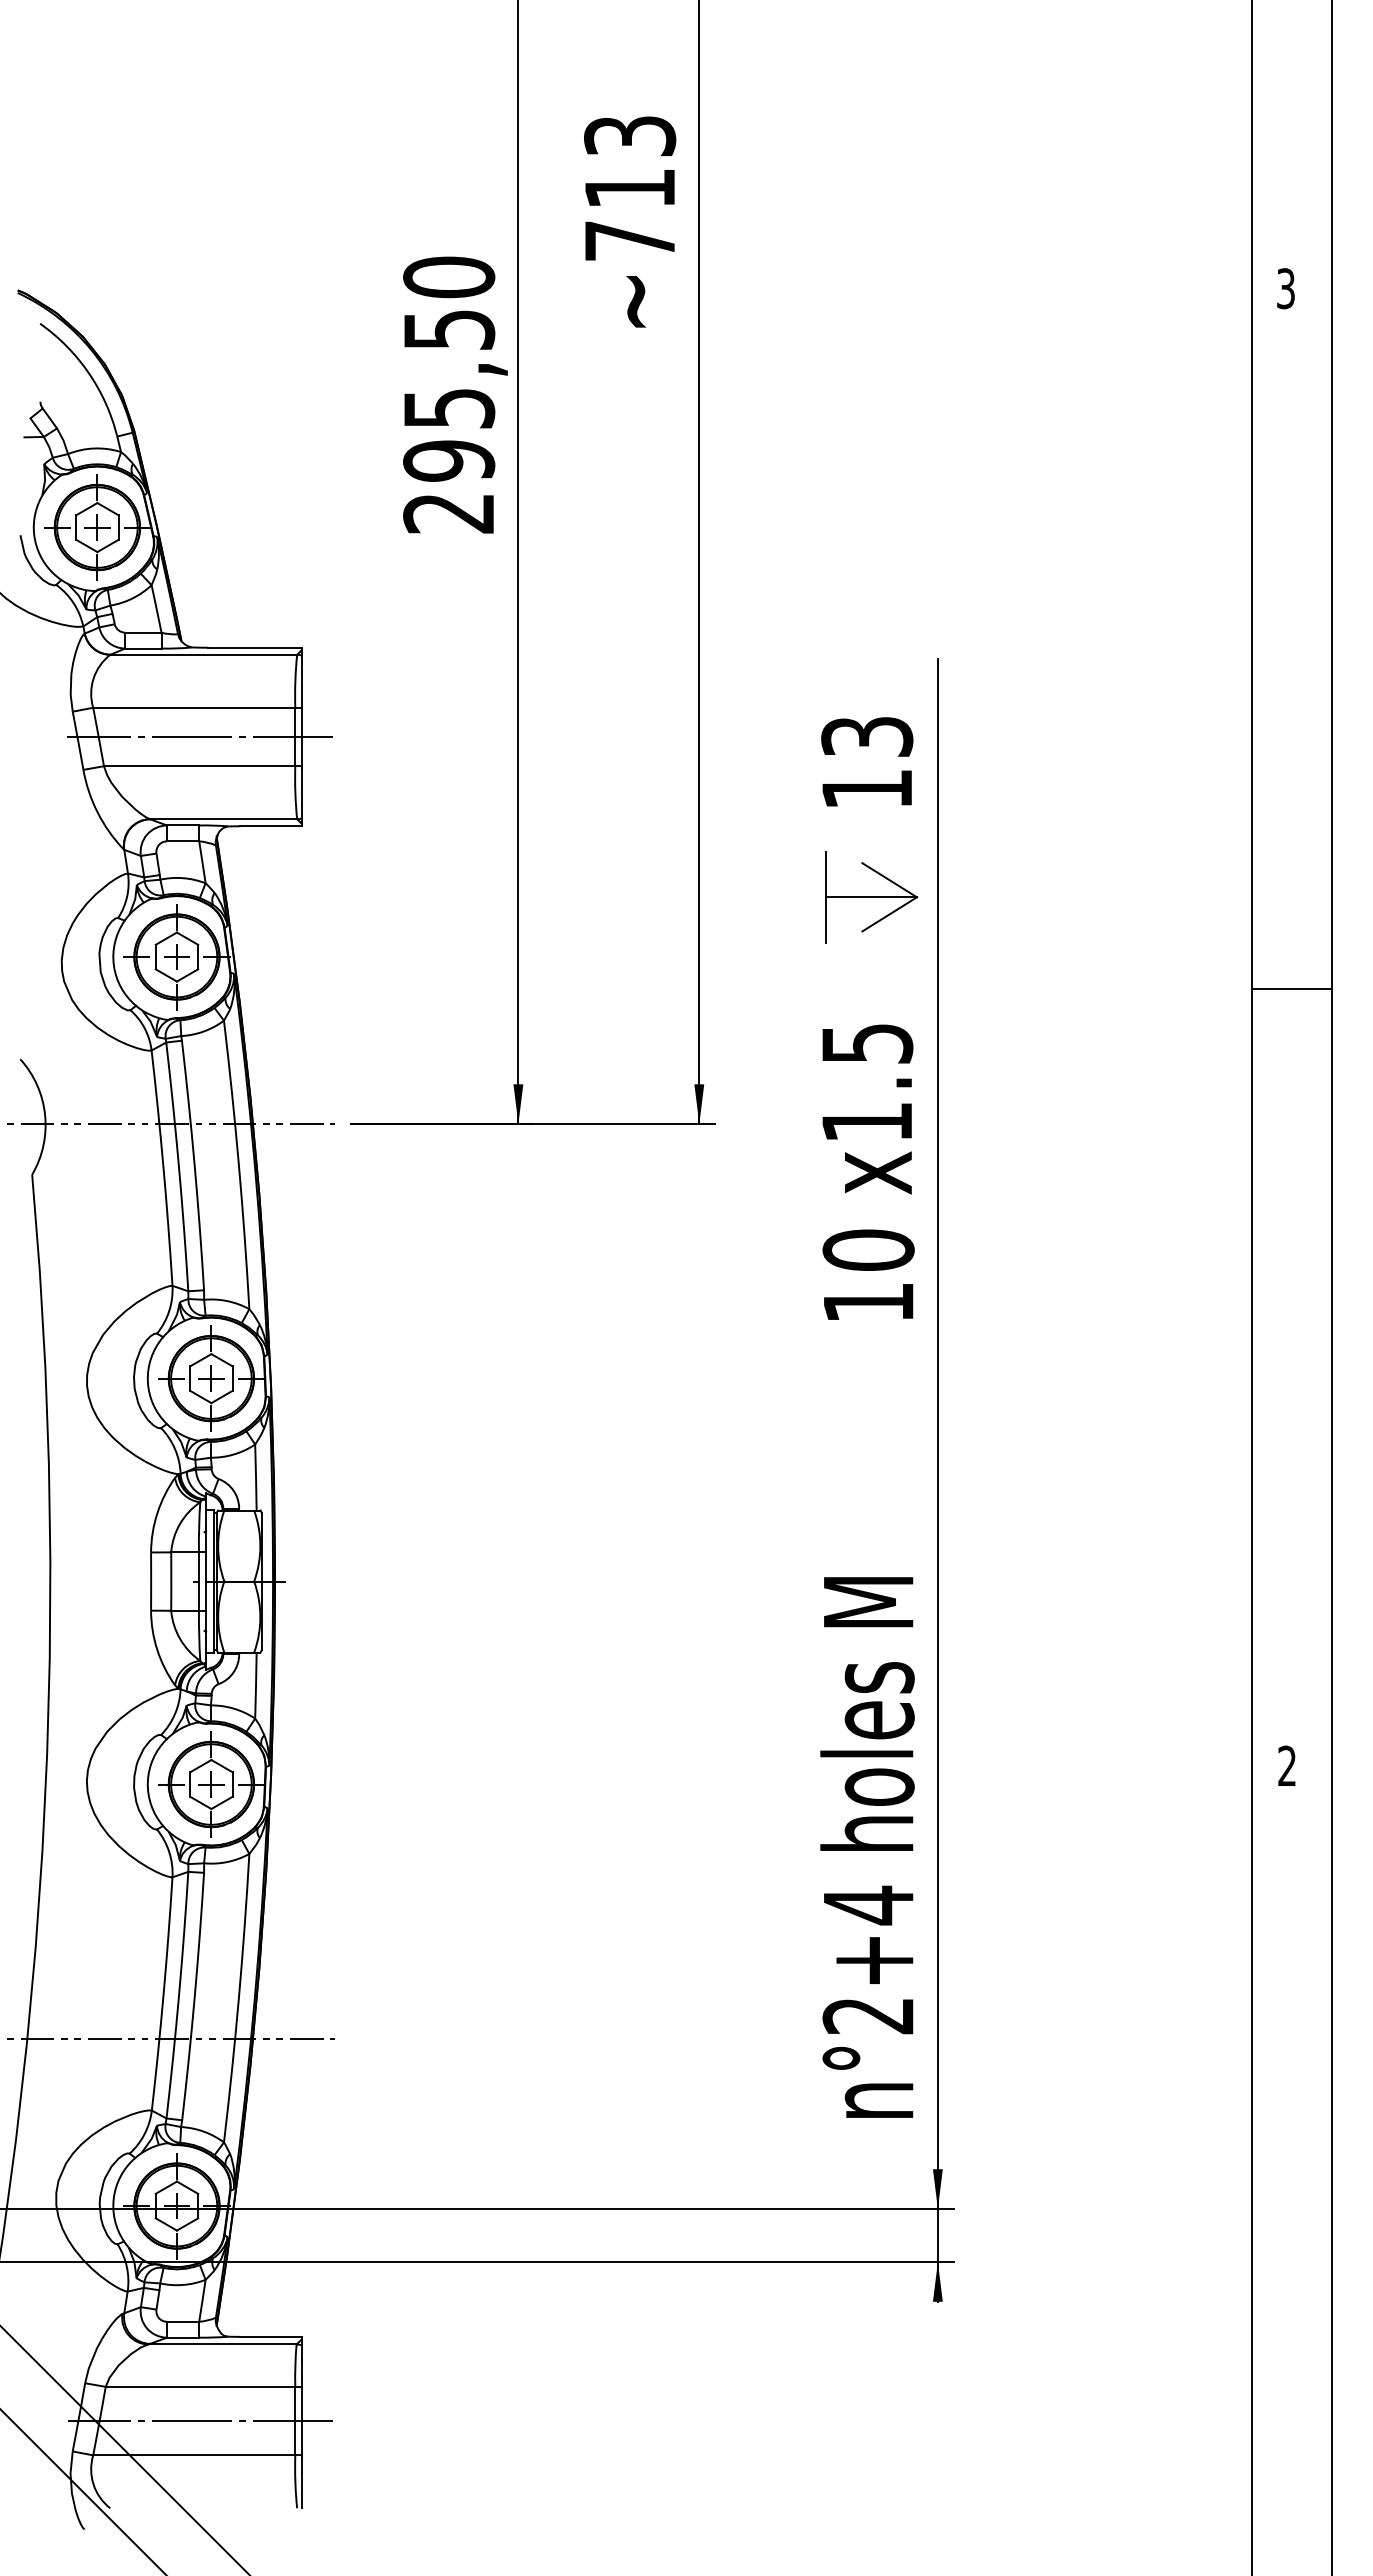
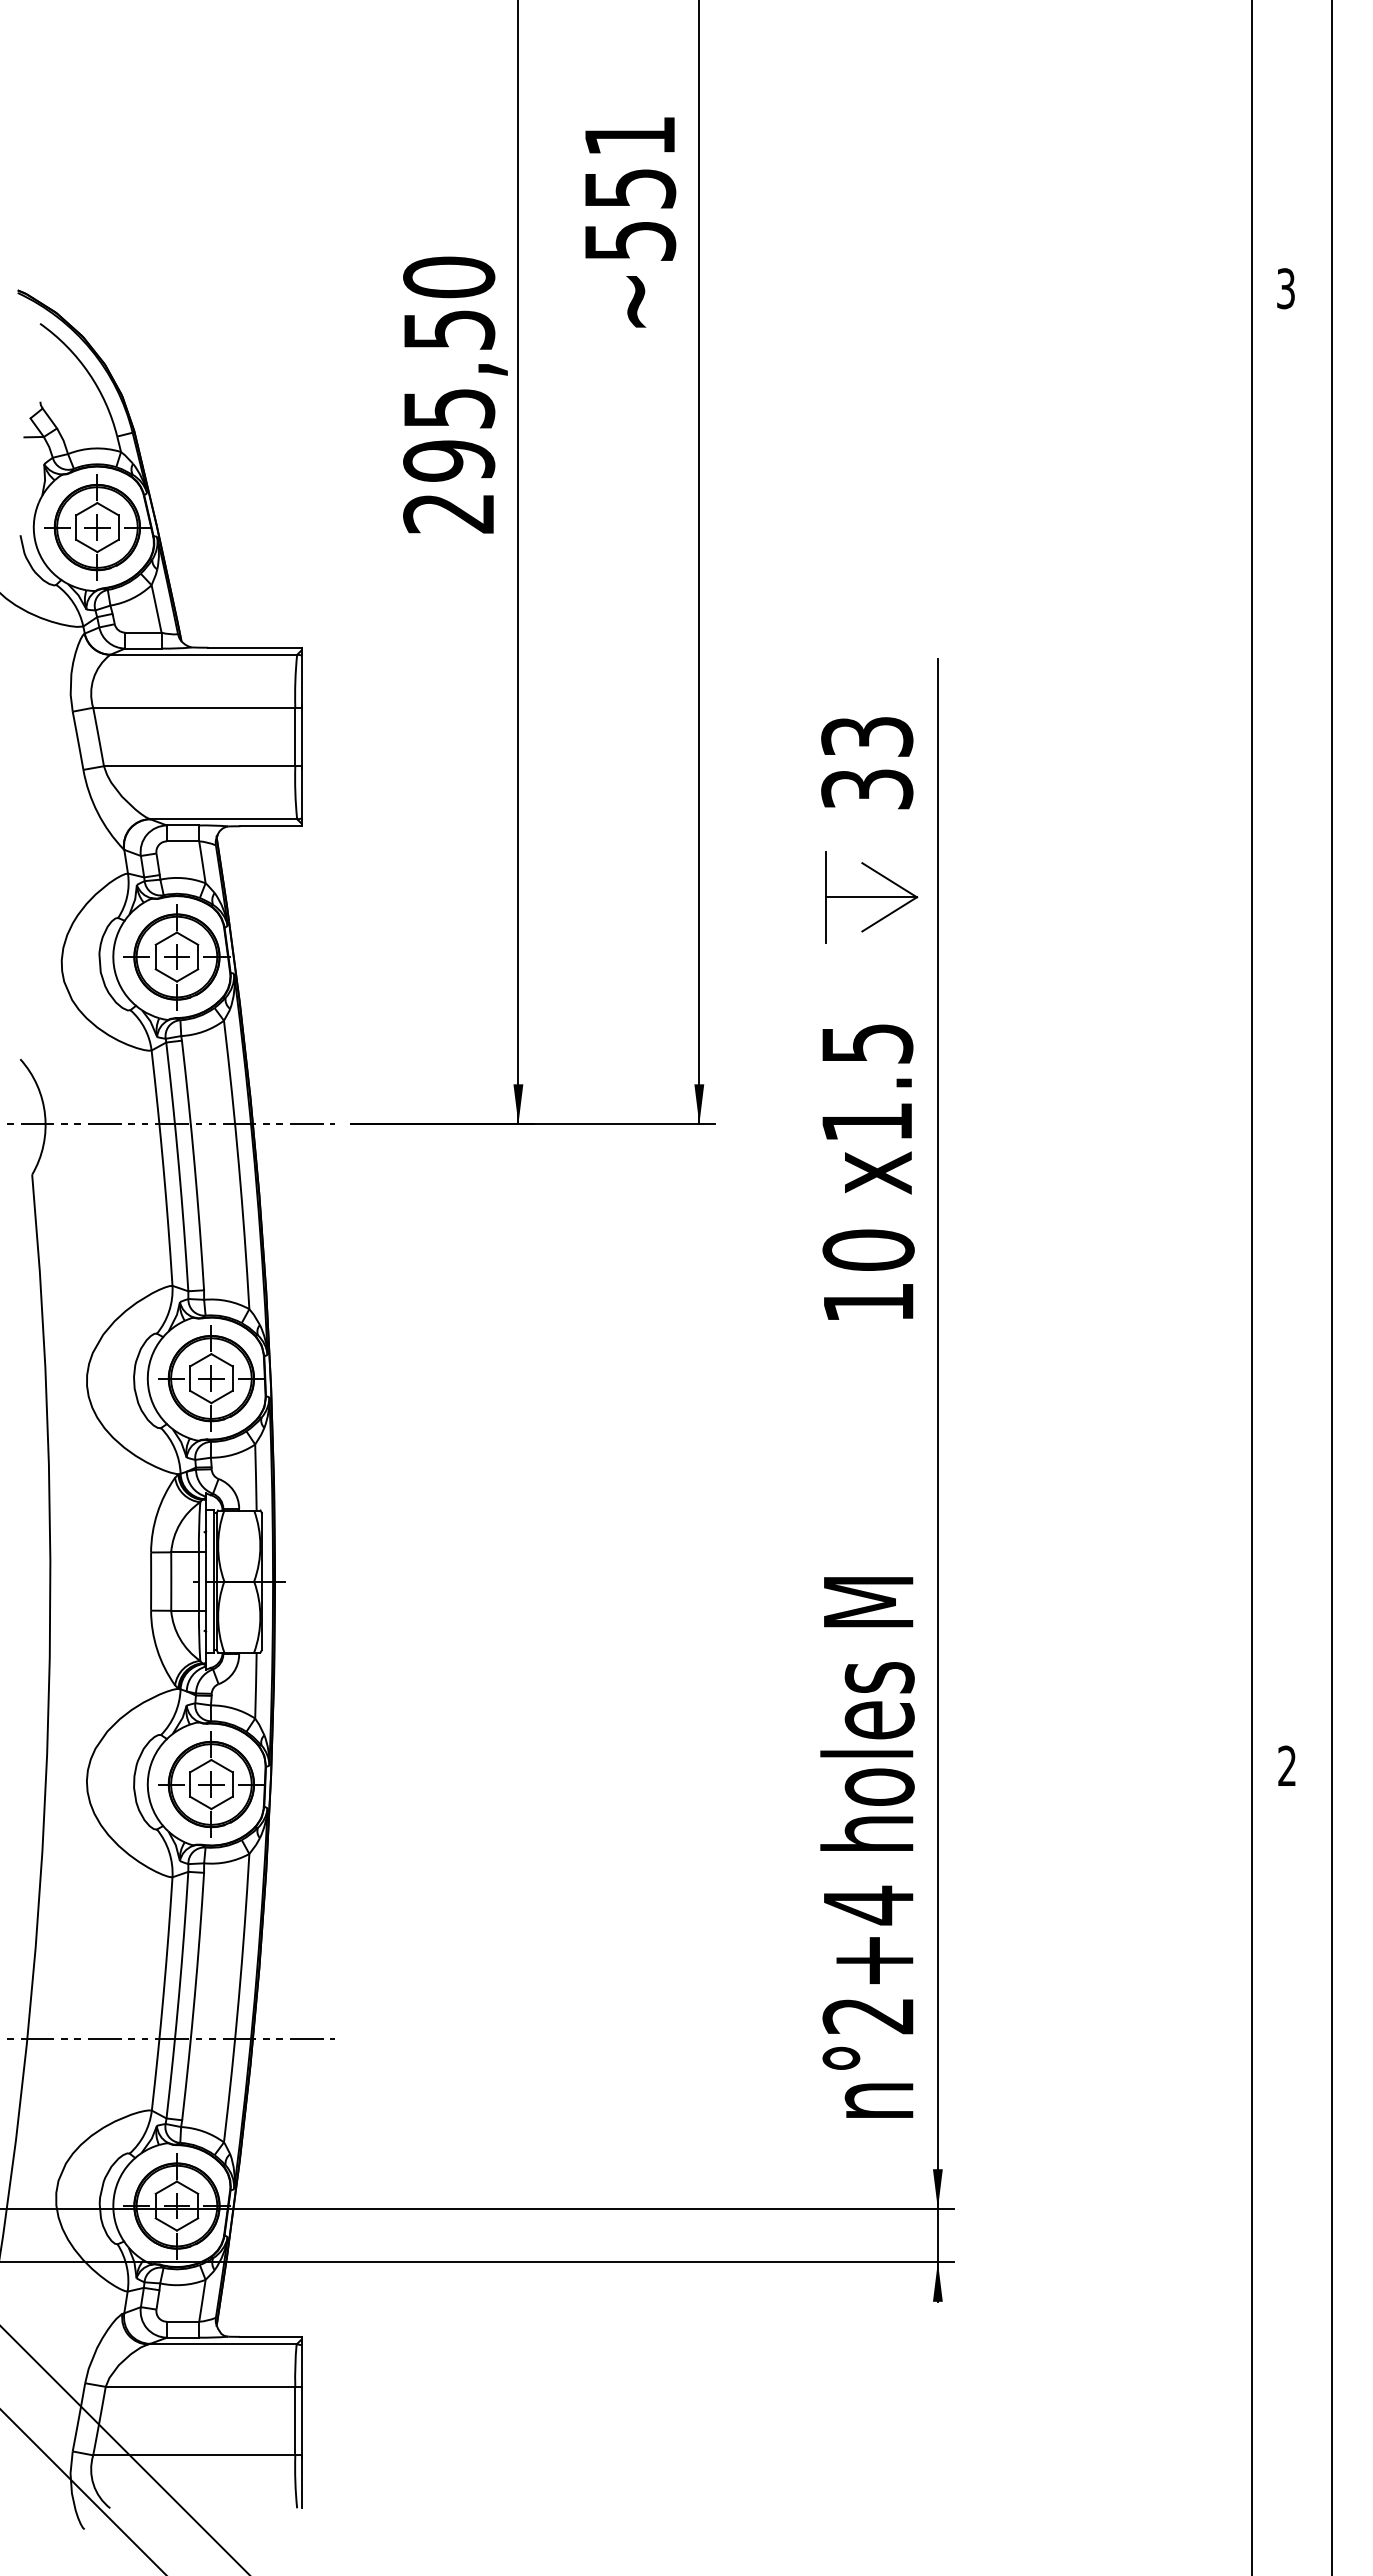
text at (630, 188): ~713 -> ~551
line at (199, 737): present -> none
text at (867, 789): 13 -> 33
line at (1291, 989): present -> none
line at (200, 2421): present -> none
